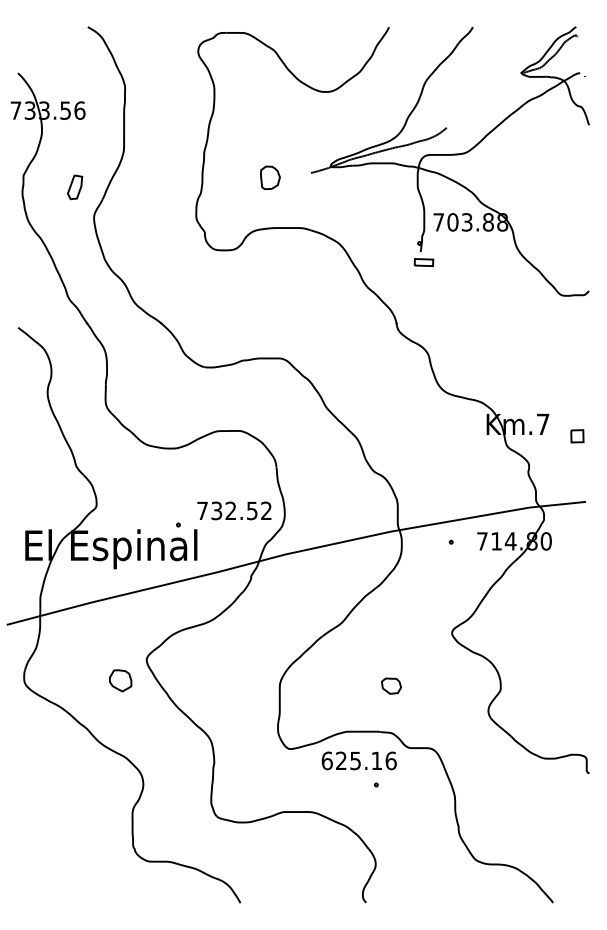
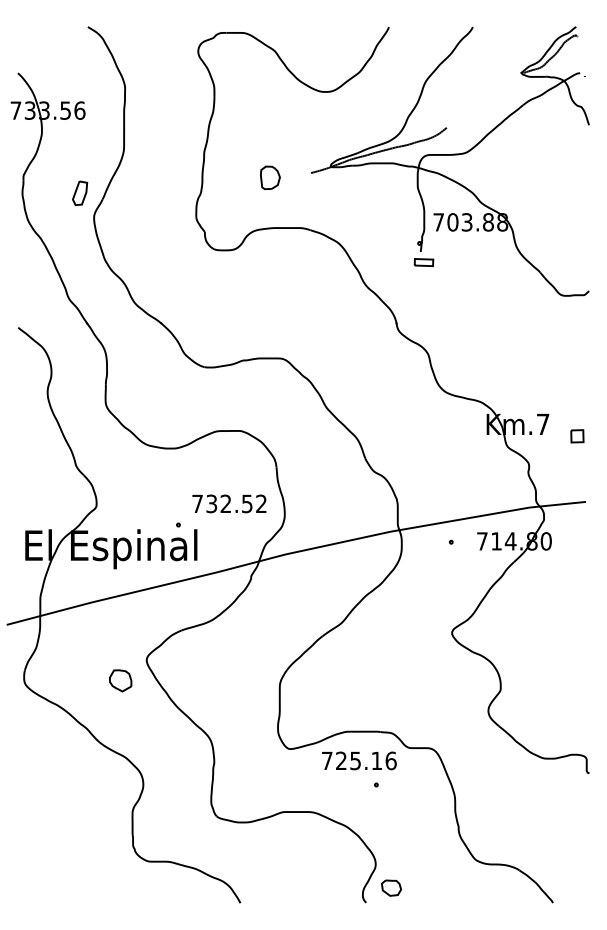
part at (75, 187) position: (75, 187) -> (80, 193)
text at (234, 510) position: (234, 510) -> (229, 503)
part at (391, 685) position: (391, 685) -> (391, 887)
text at (326, 760): 625.16 -> 725.16
